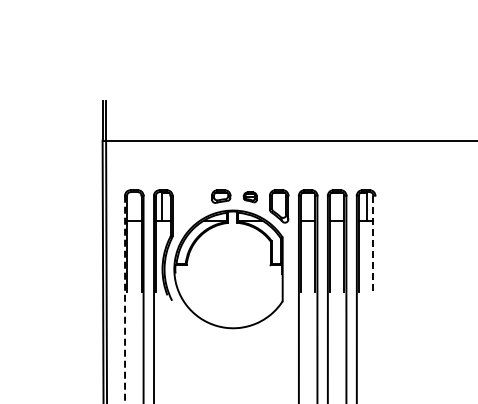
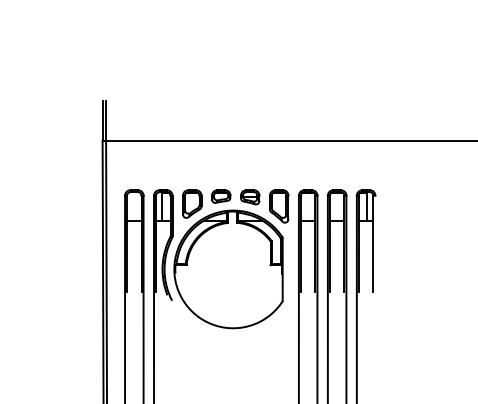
part at (249, 197) size: 16x13 px -> 21x17 px
part at (192, 203): none -> present
line at (373, 244): dashed -> solid
line at (125, 299): dashed -> solid
